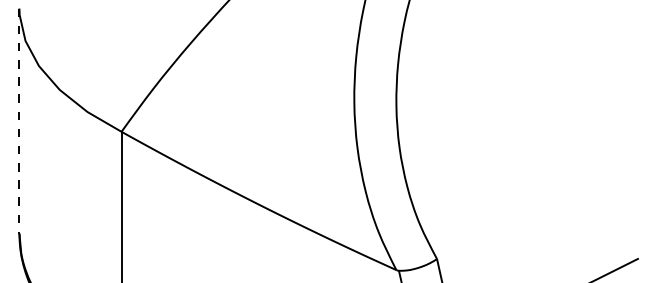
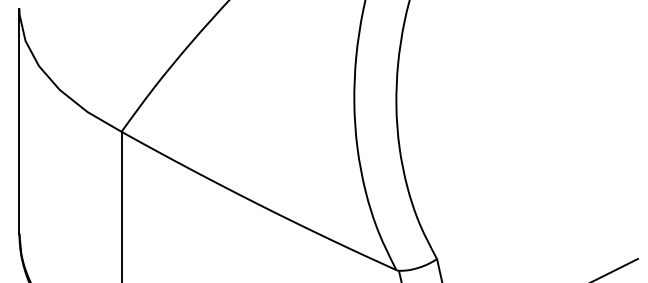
line at (19, 121): dashed -> solid
